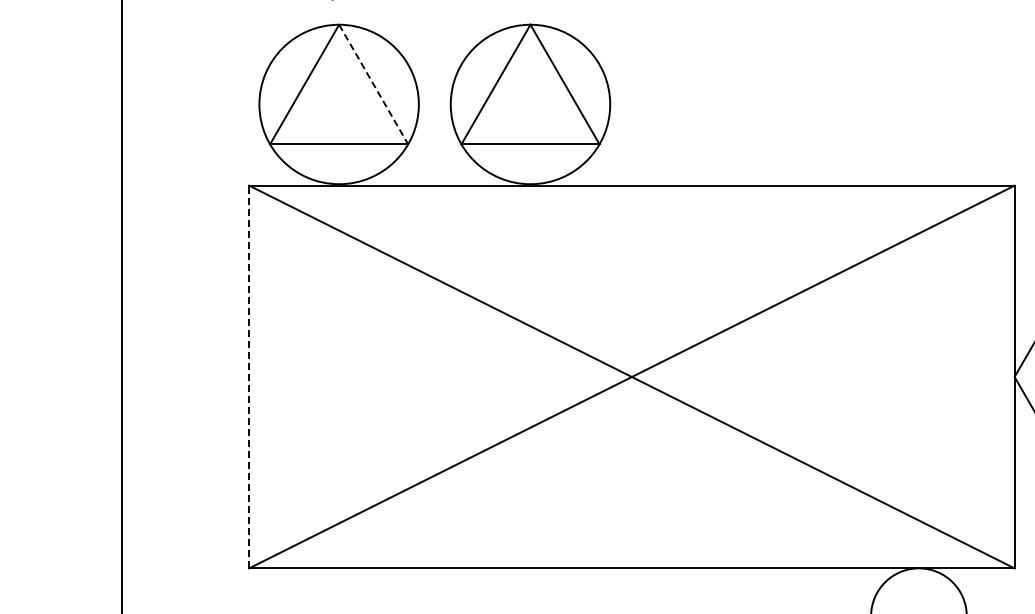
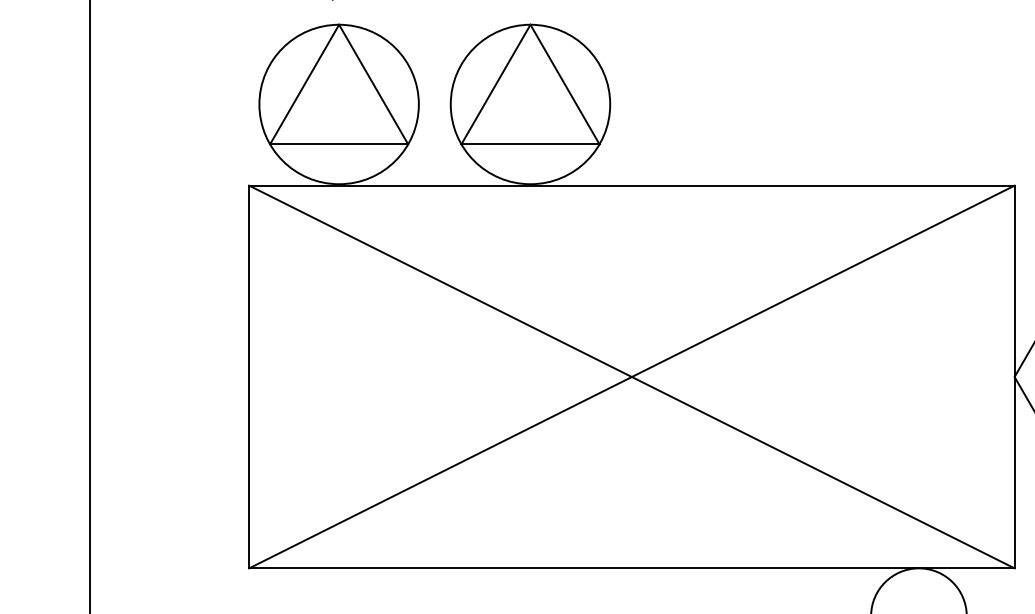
line at (373, 85): dashed -> solid
line at (122, 306) position: (122, 306) -> (90, 306)
line at (249, 376): dashed -> solid
